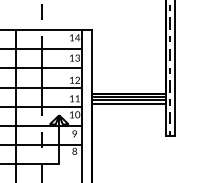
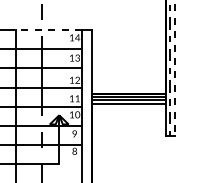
line at (47, 29): solid -> dashed
line at (175, 68): solid -> dashed
